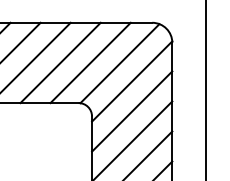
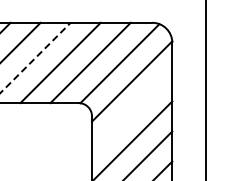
line at (35, 58): solid -> dashed
line at (132, 111): present -> none
